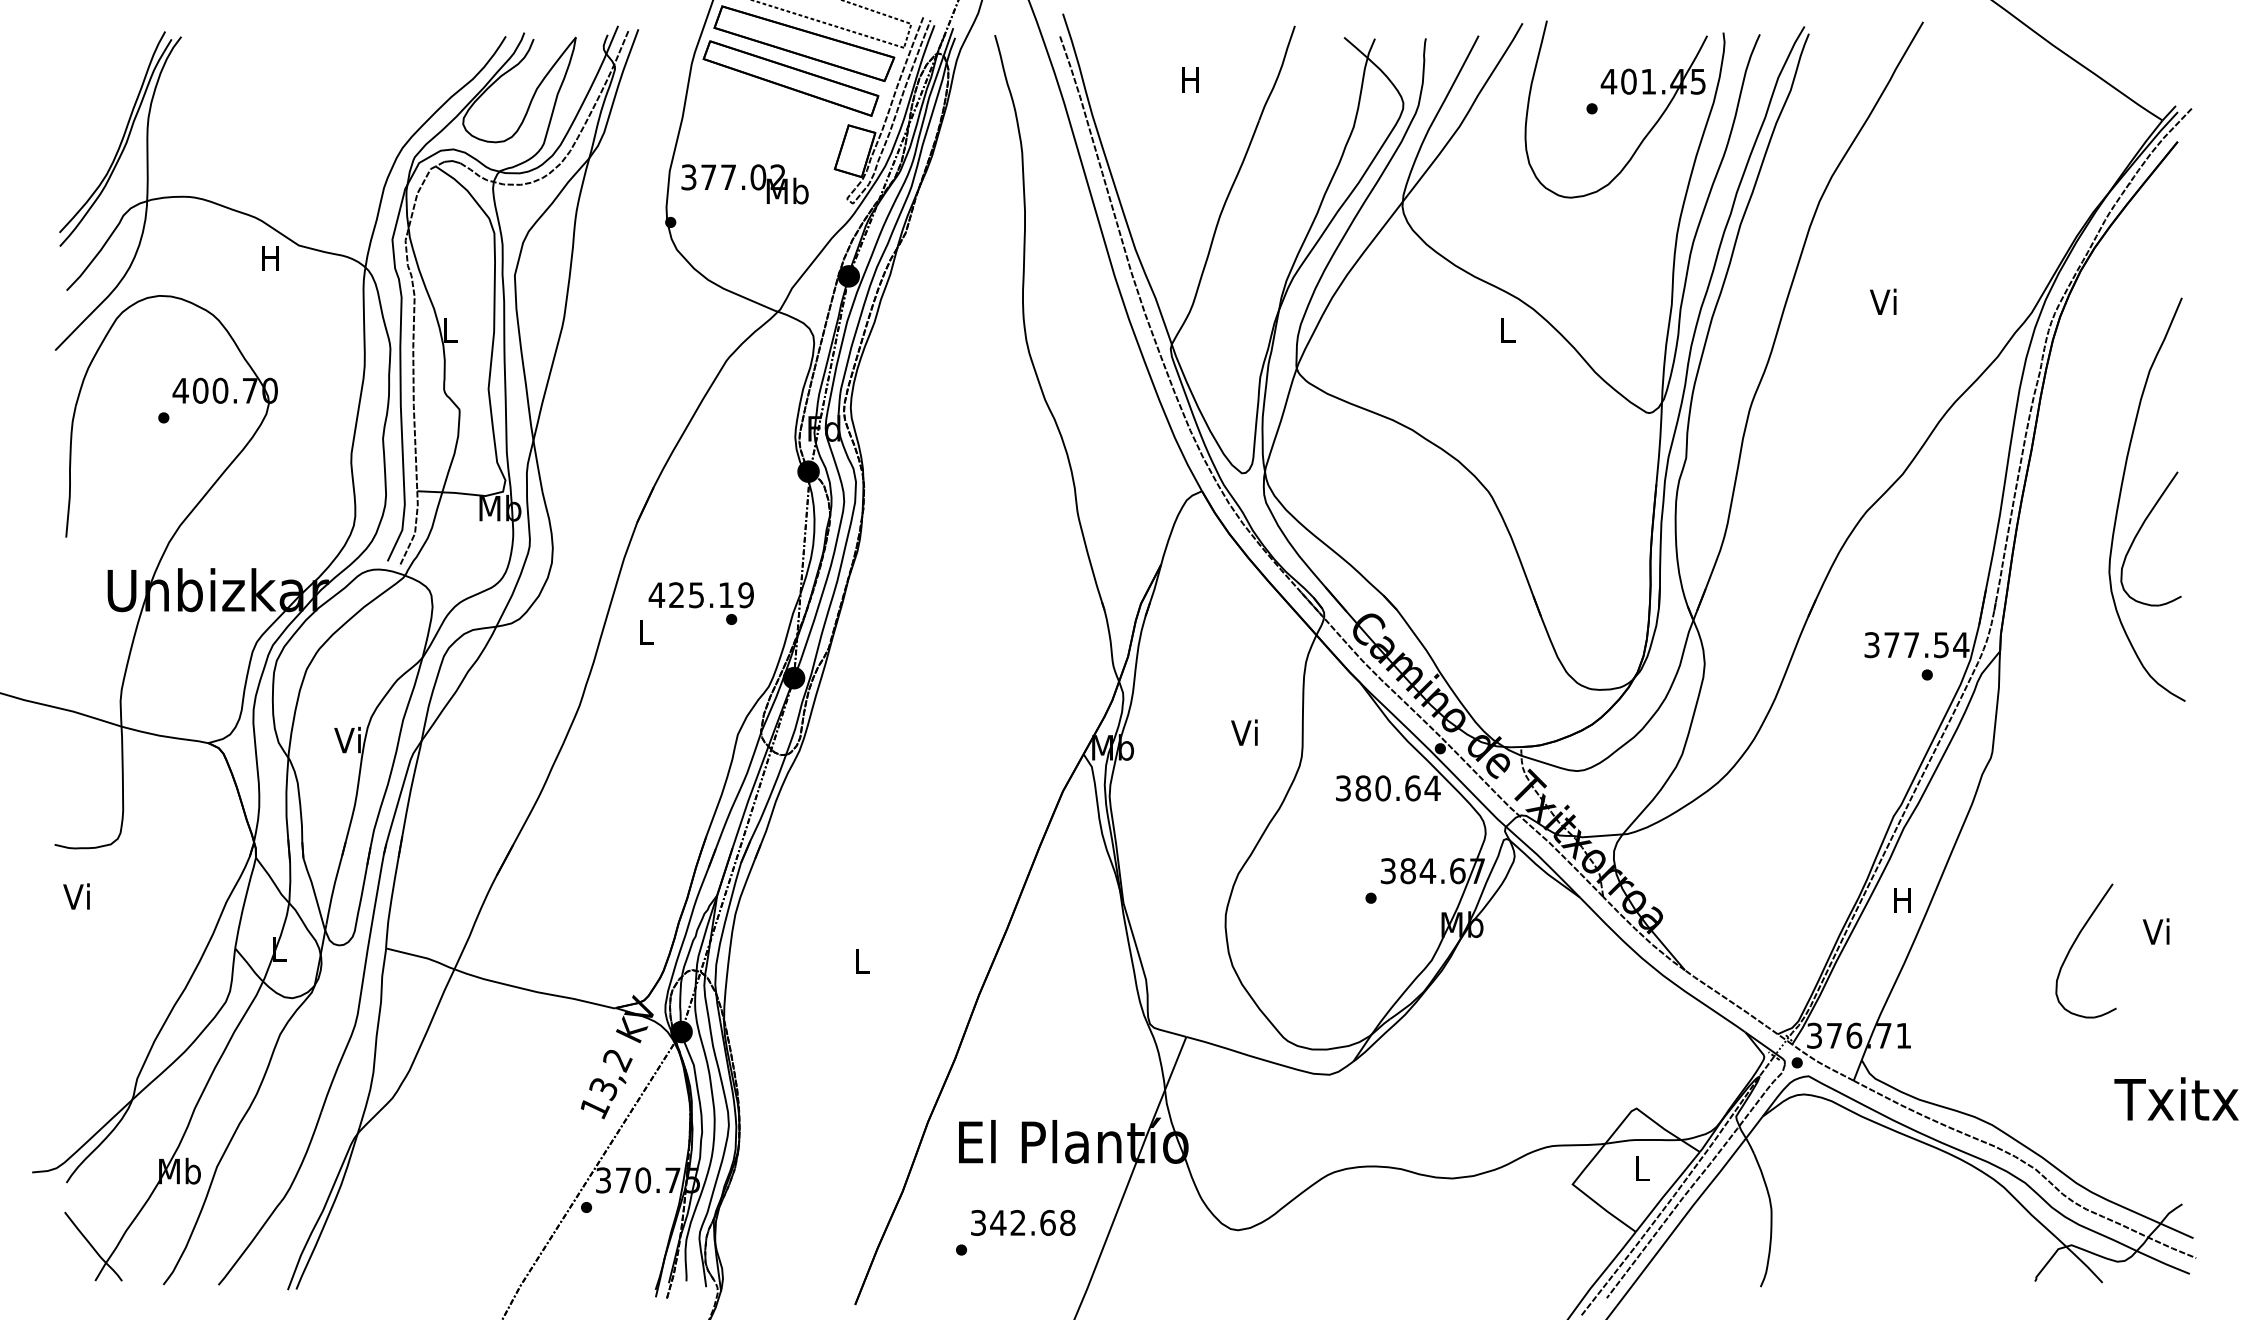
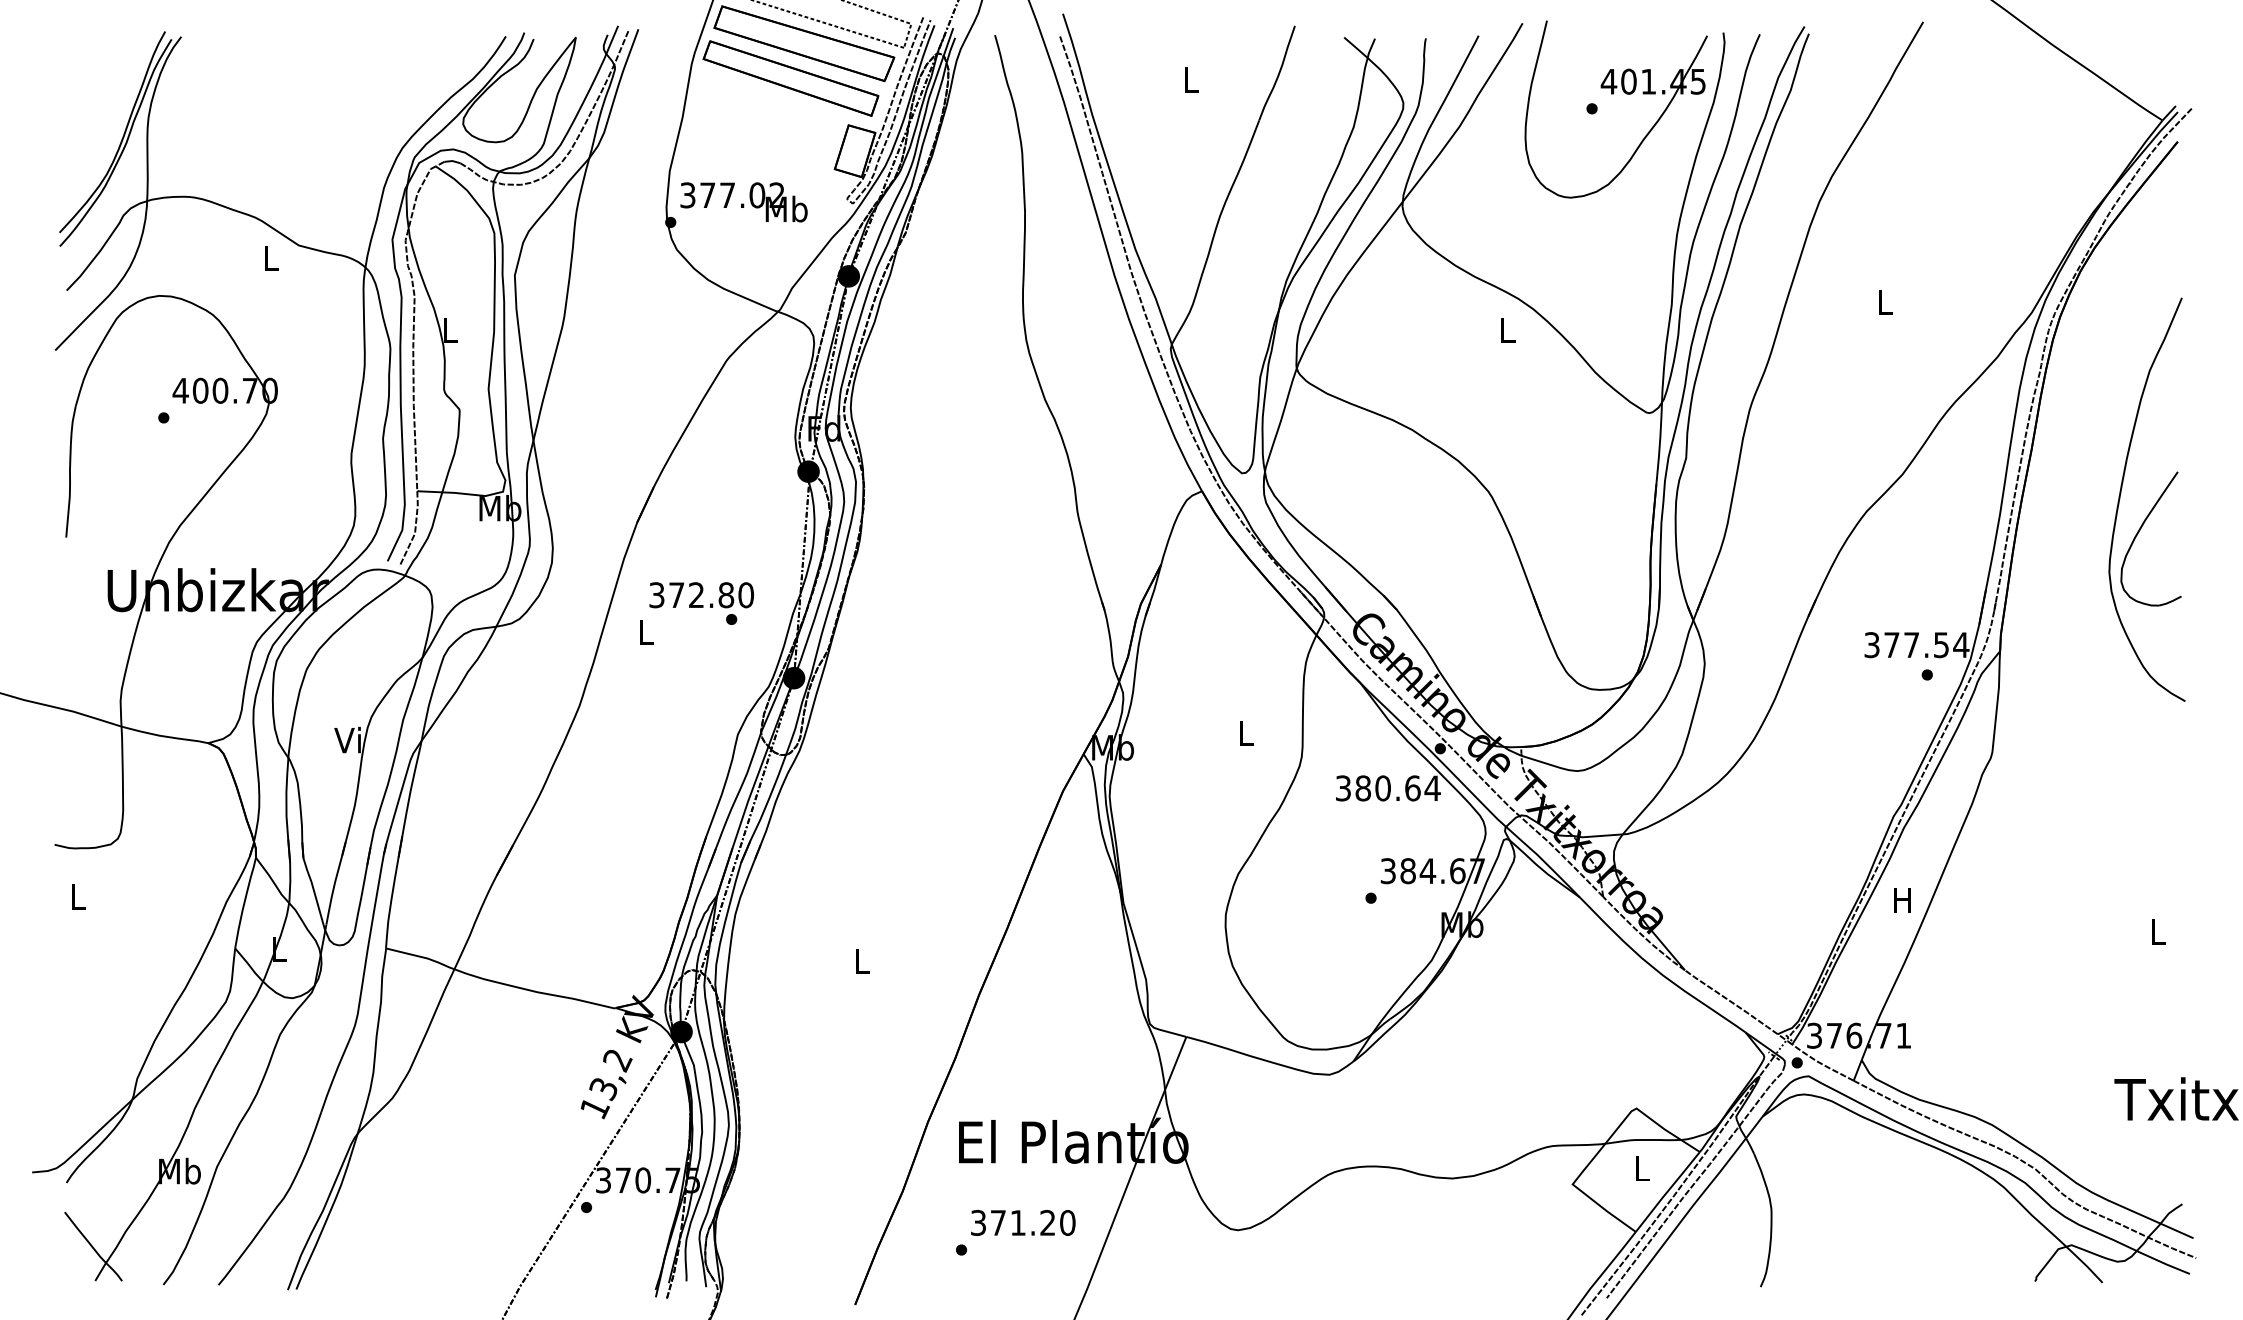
text at (1190, 79): H -> L
text at (744, 184) position: (744, 184) -> (743, 202)
text at (270, 258): H -> L
text at (1883, 301): Vi -> L
text at (701, 595): 425.19 -> 372.80
text at (1244, 732): Vi -> L
text at (76, 896): Vi -> L
text at (2155, 931): Vi -> L
part at (2074, 944): present -> none
text at (1032, 1222): 342.68 -> 371.20
